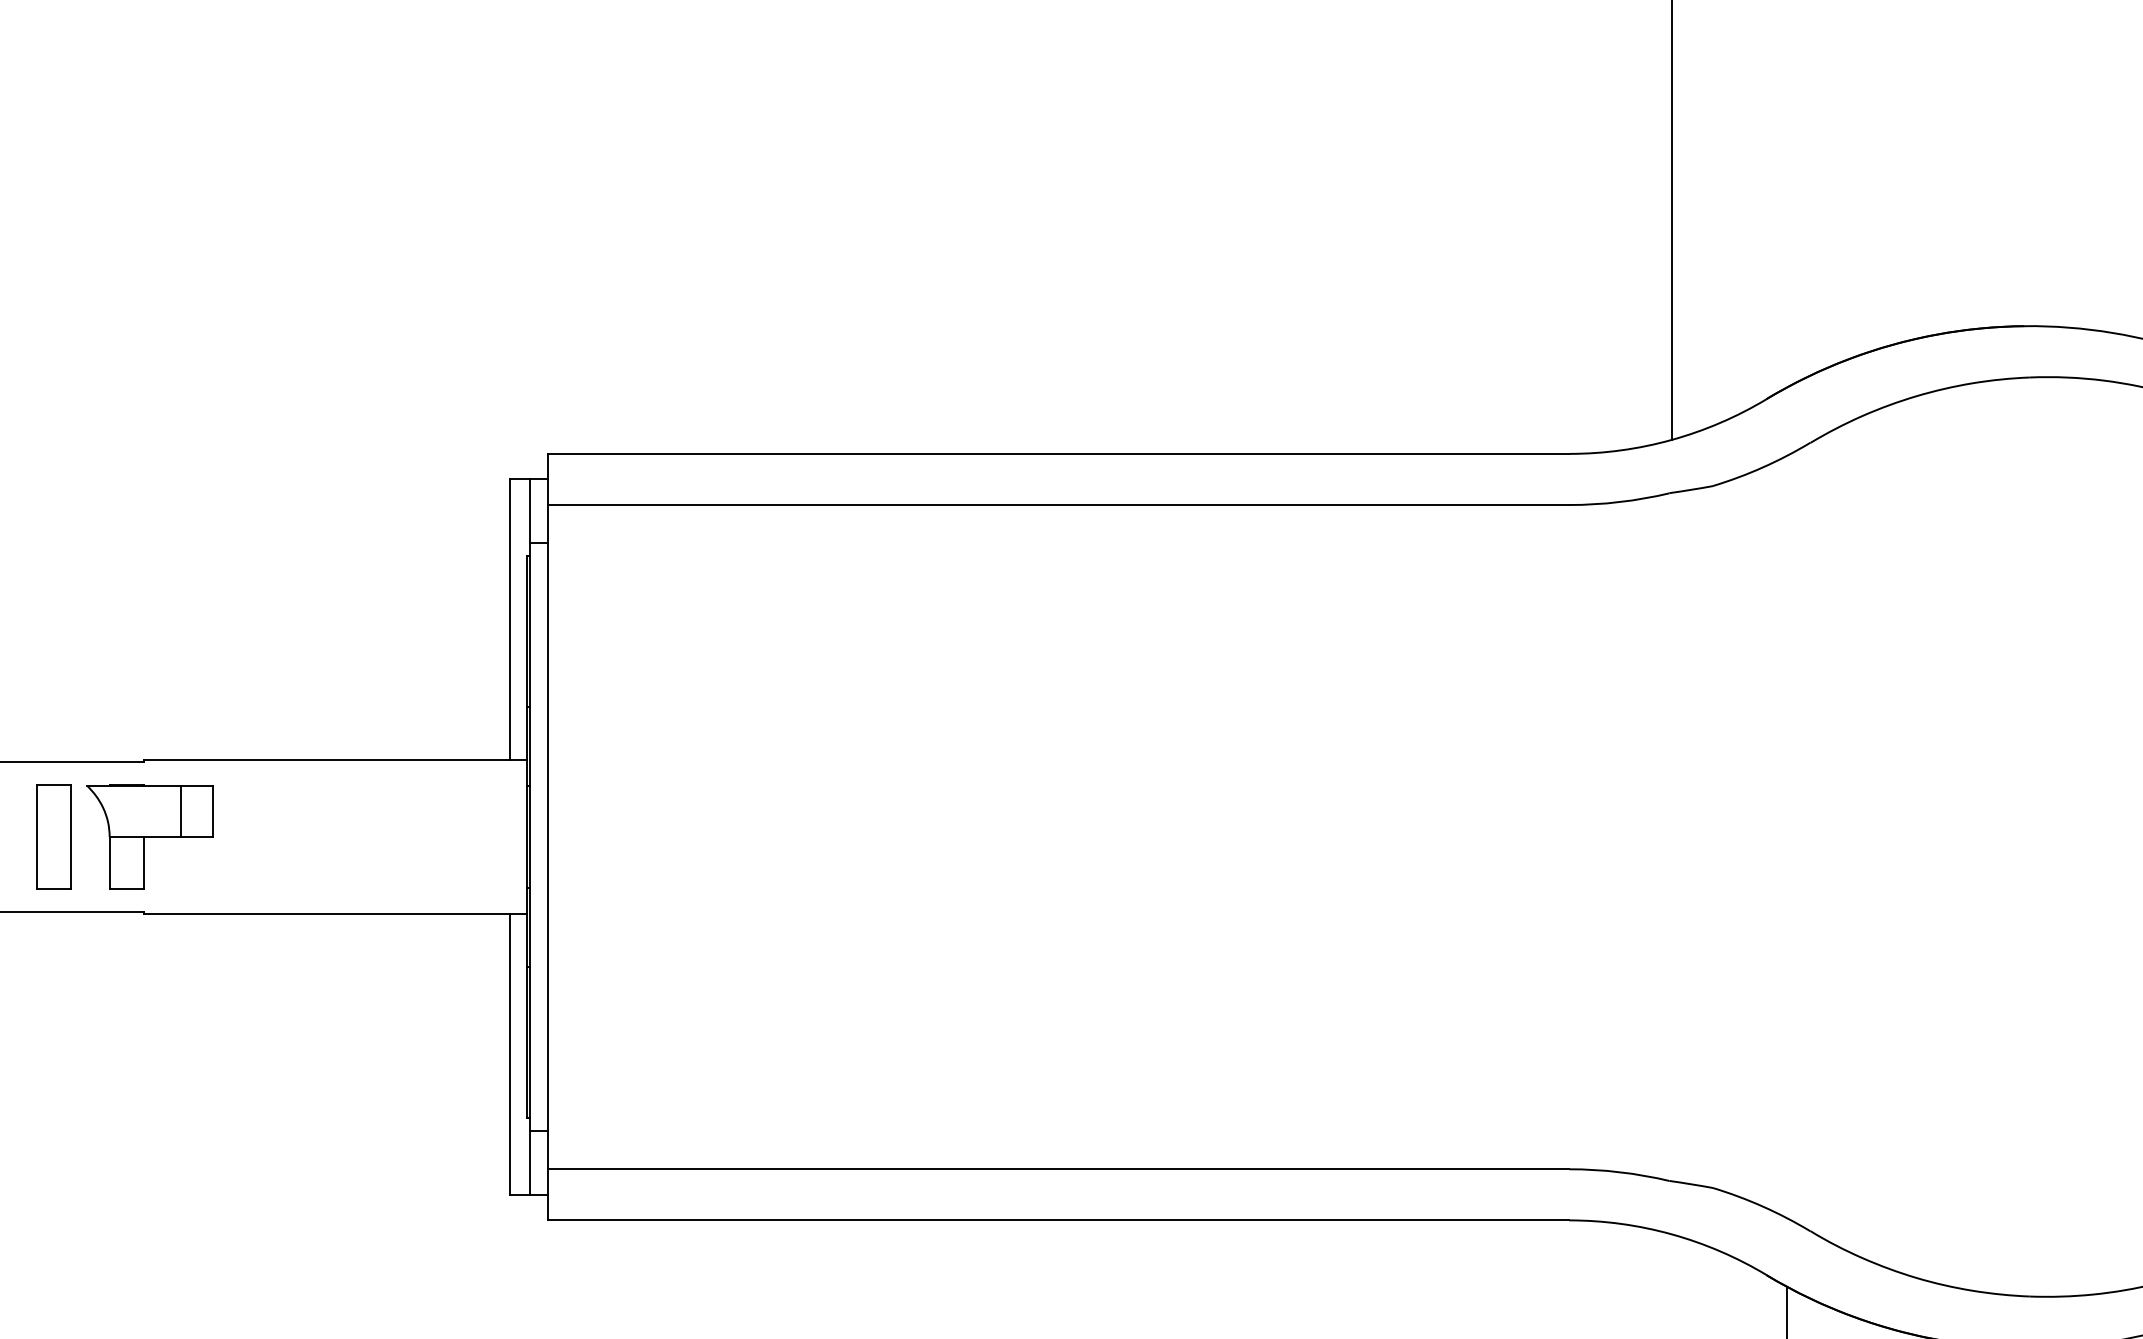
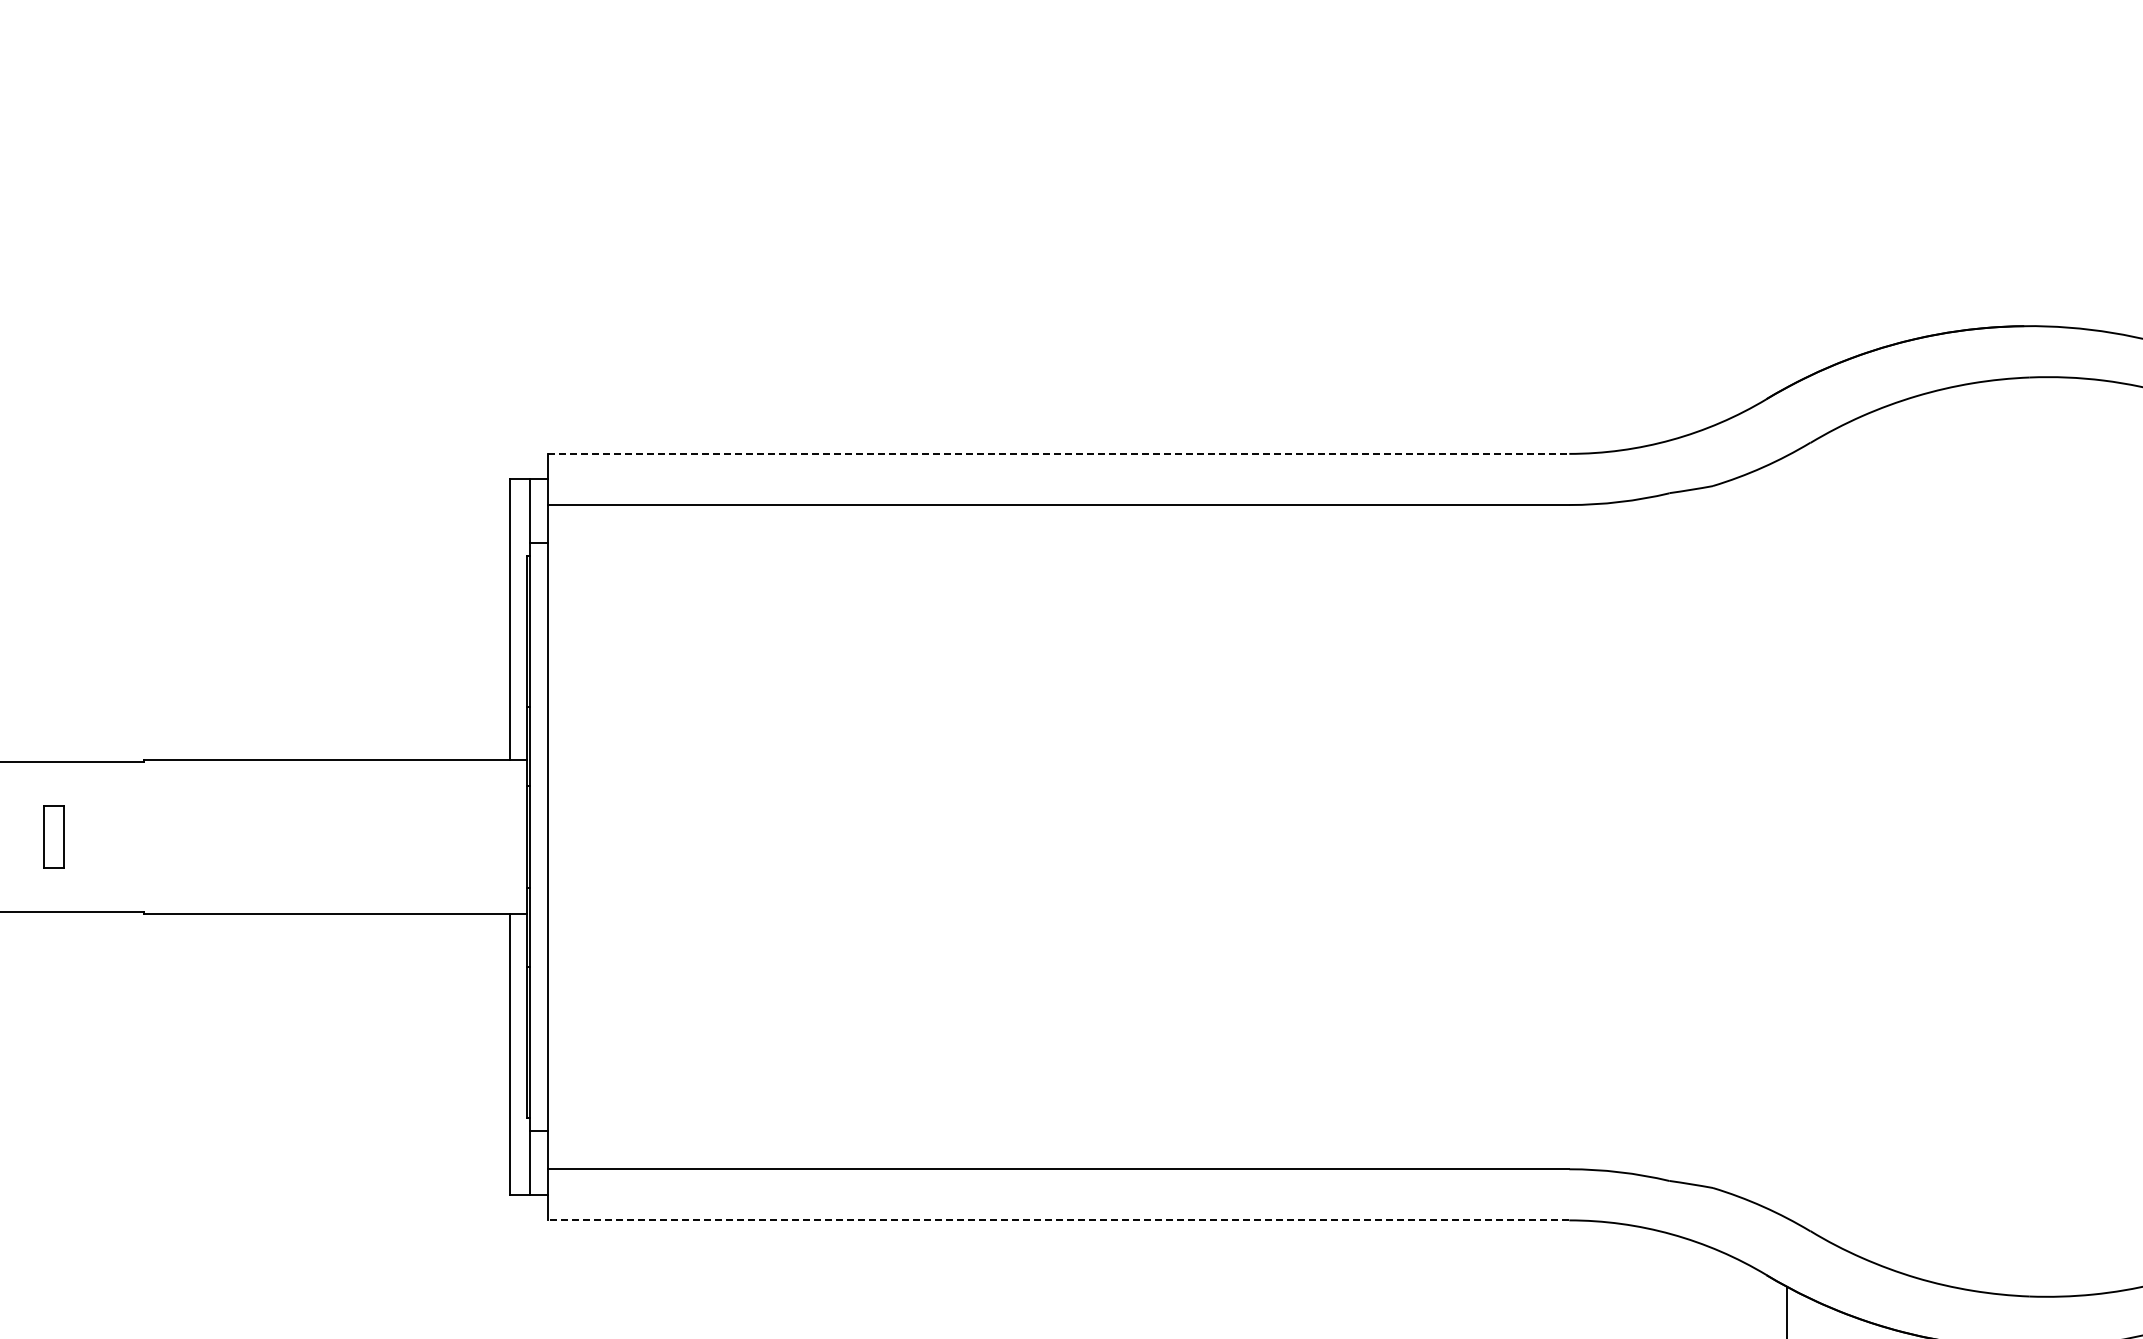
line at (1672, 220): present -> none
line at (1058, 453): solid -> dashed
part at (53, 836) size: 36x106 px -> 22x64 px
part at (149, 836): present -> none
line at (1058, 1220): solid -> dashed
